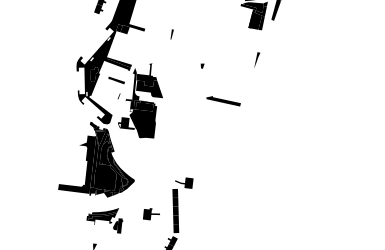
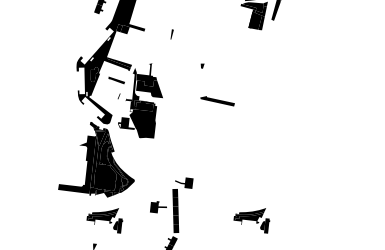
part at (257, 59): present -> none
line at (223, 101) position: (223, 101) -> (217, 101)
part at (151, 214) position: (151, 214) -> (158, 207)
part at (251, 220): none -> present
